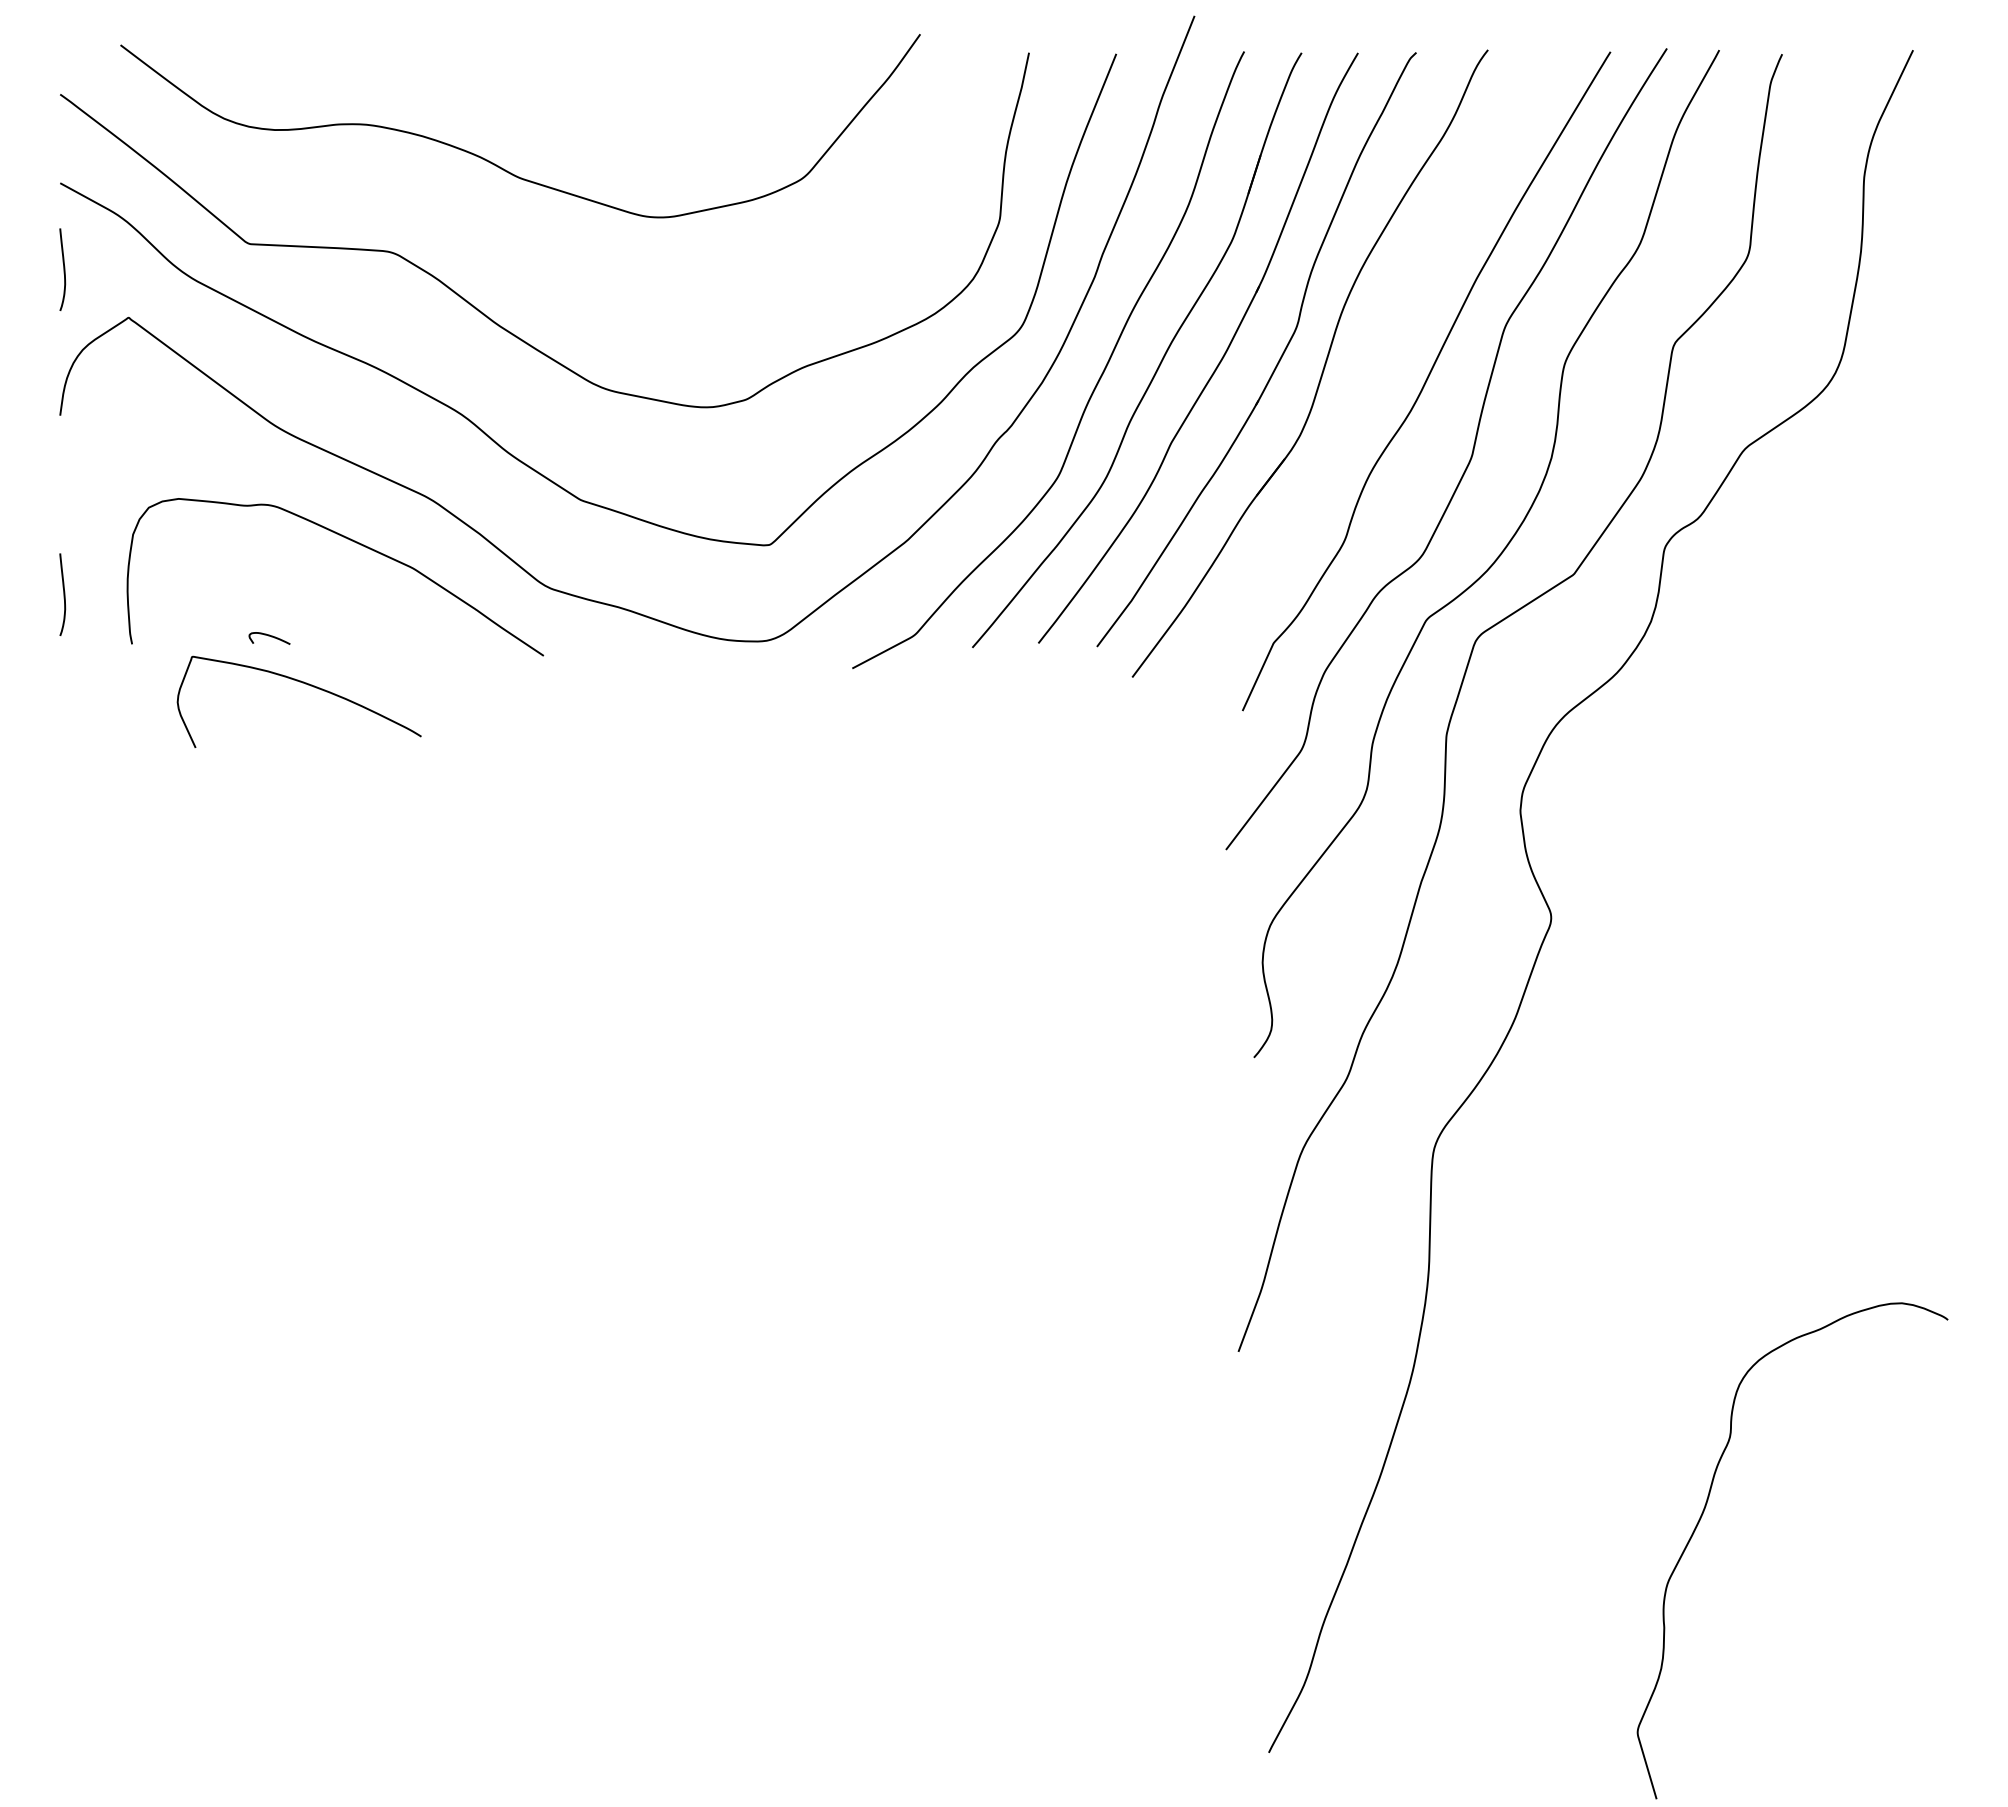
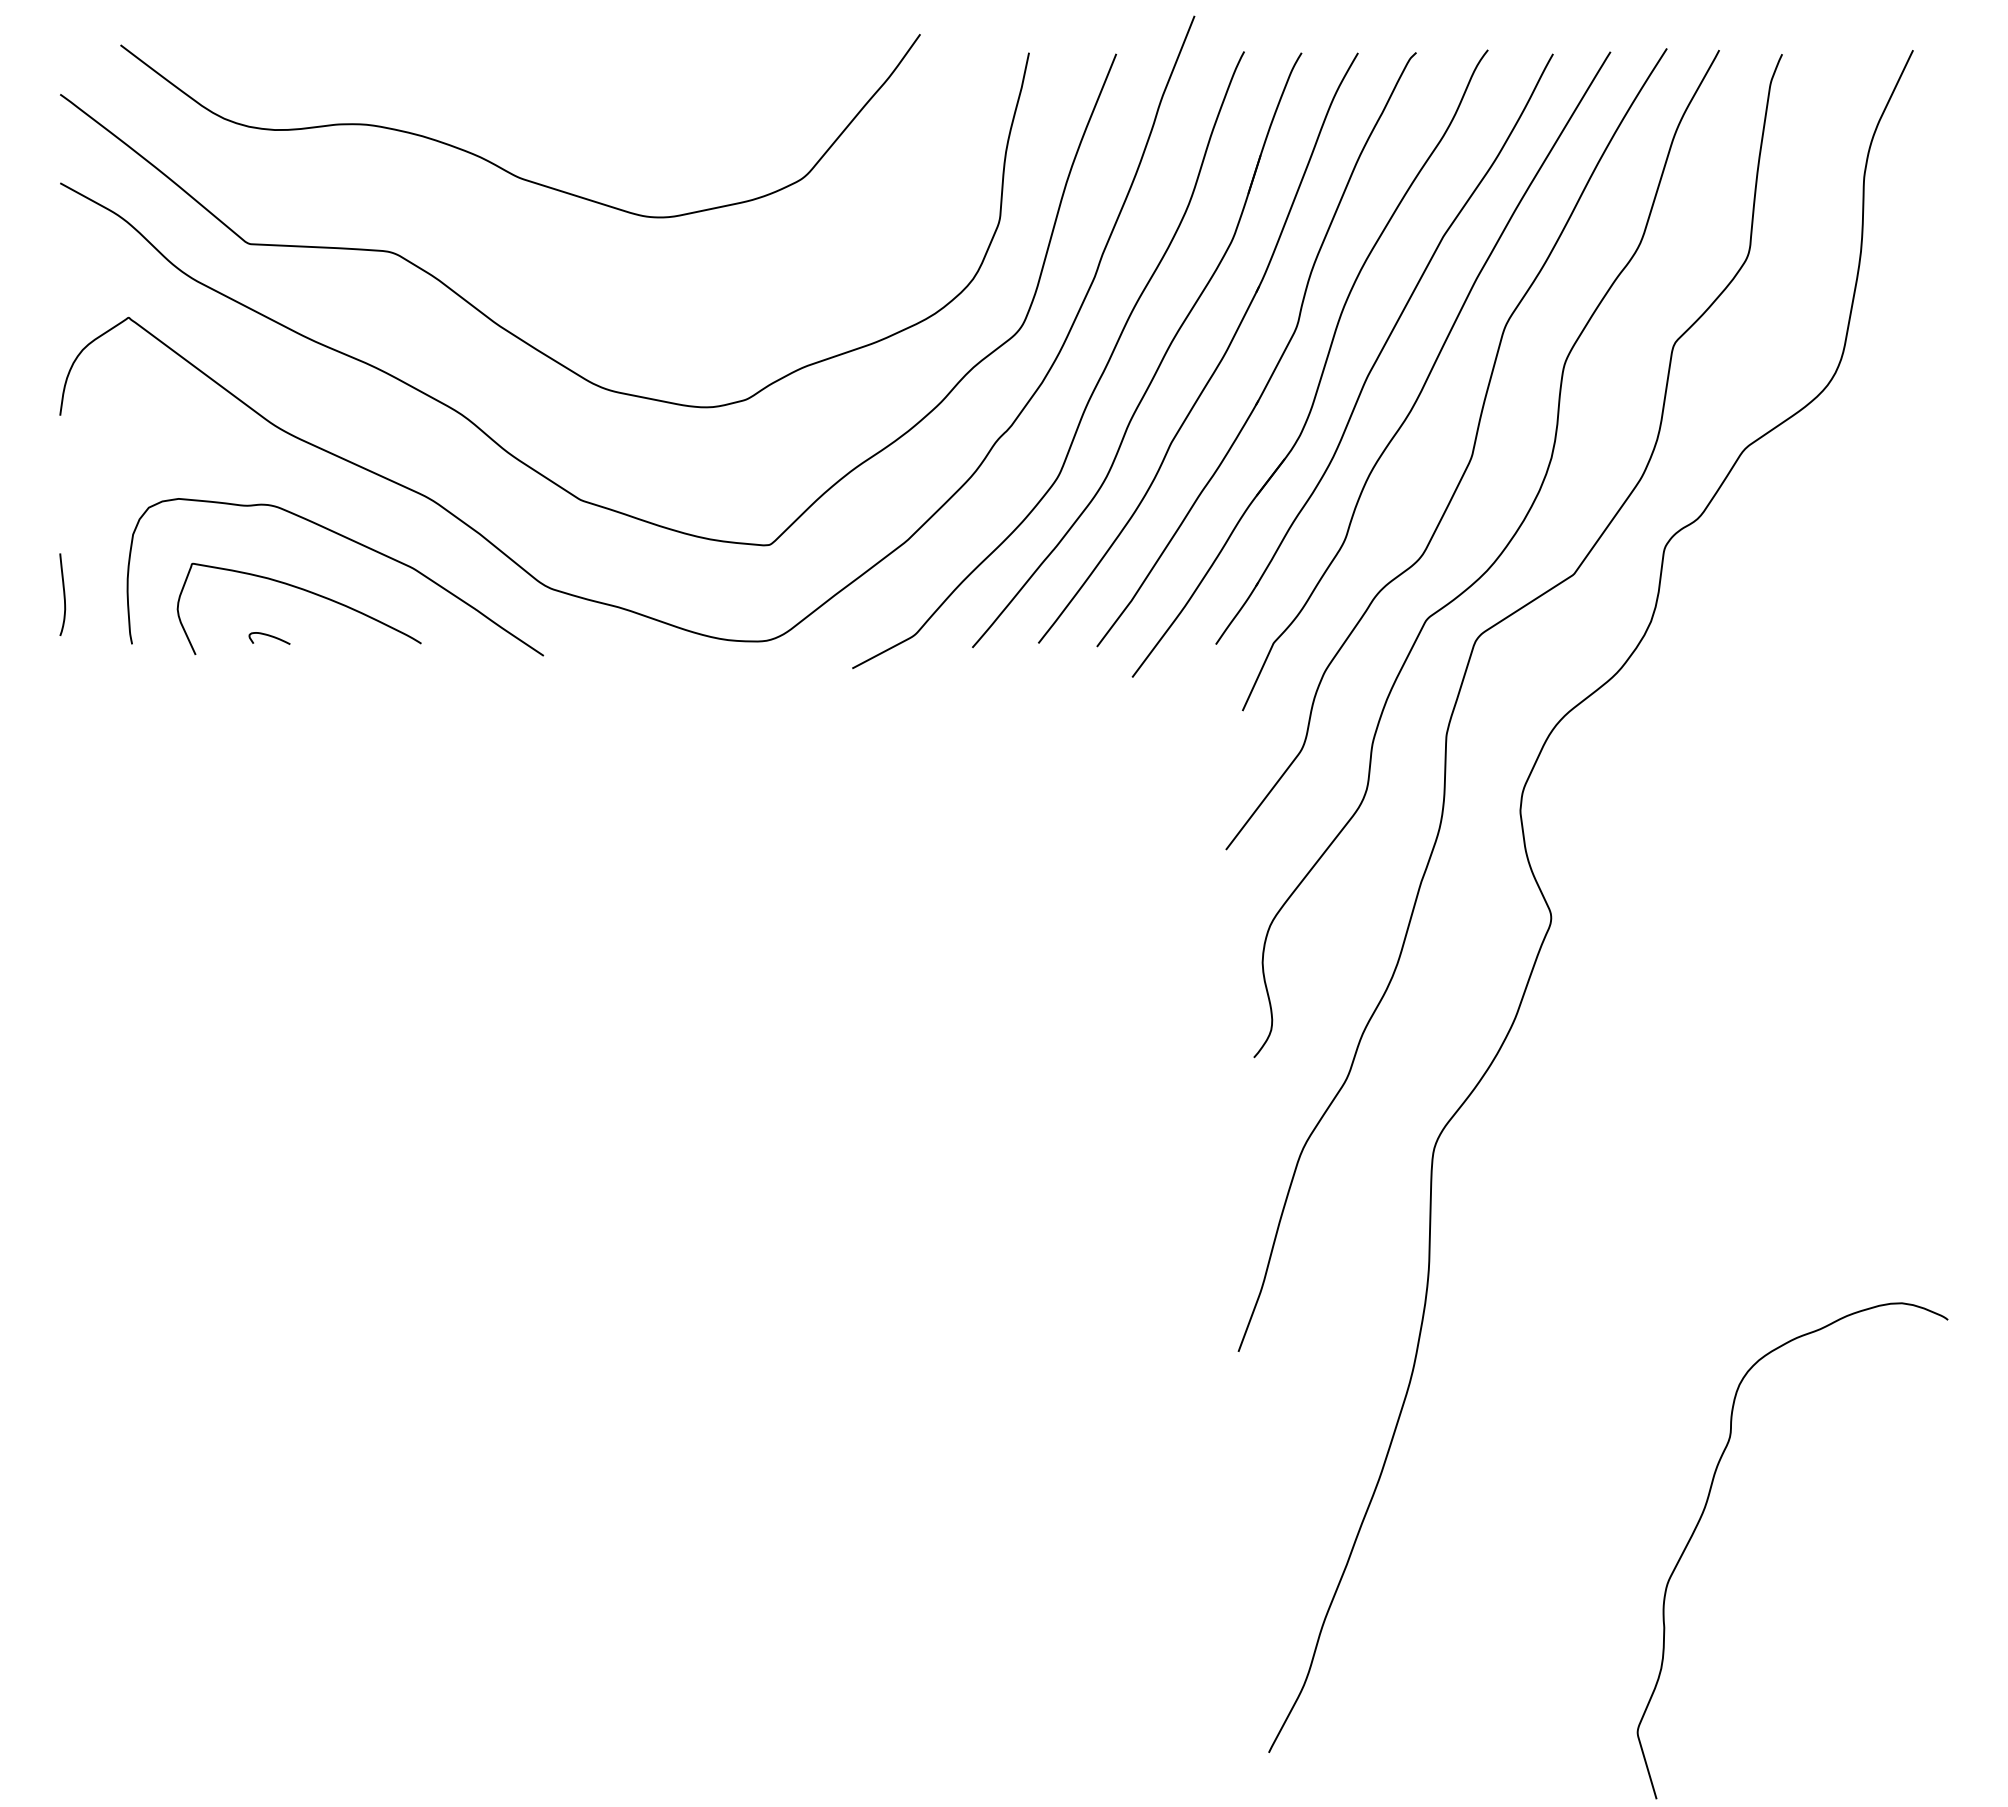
curve at (63, 269): present -> none
part at (1384, 348): none -> present
curve at (305, 684) position: (305, 684) -> (305, 591)
